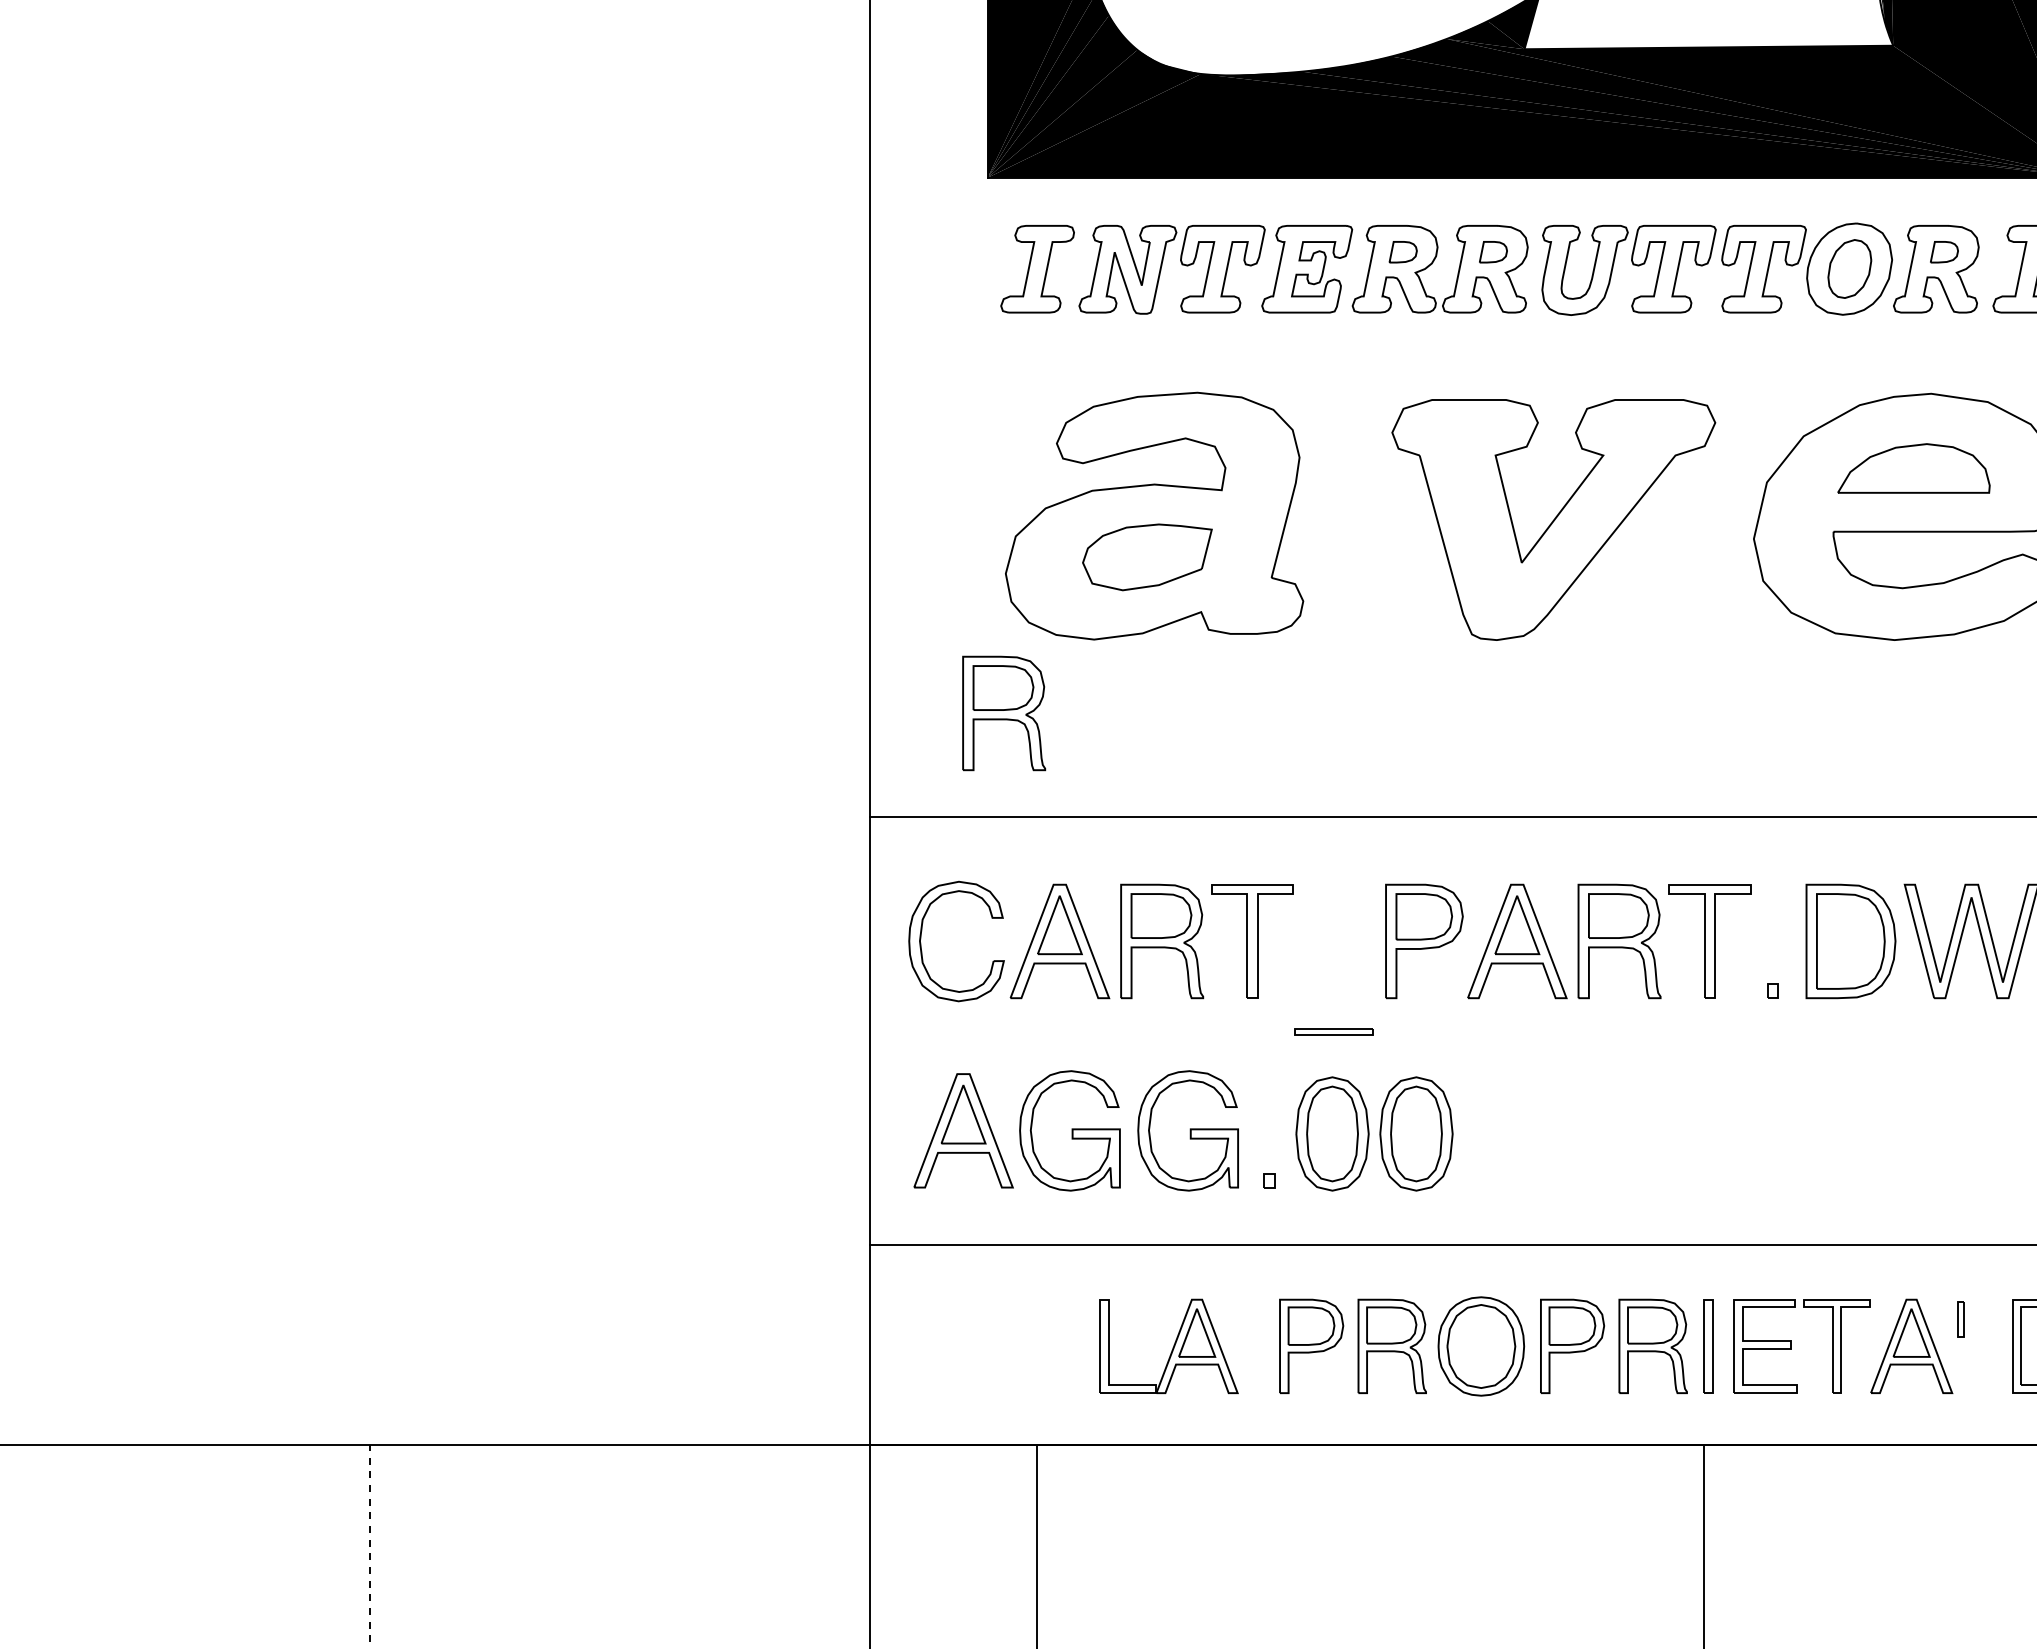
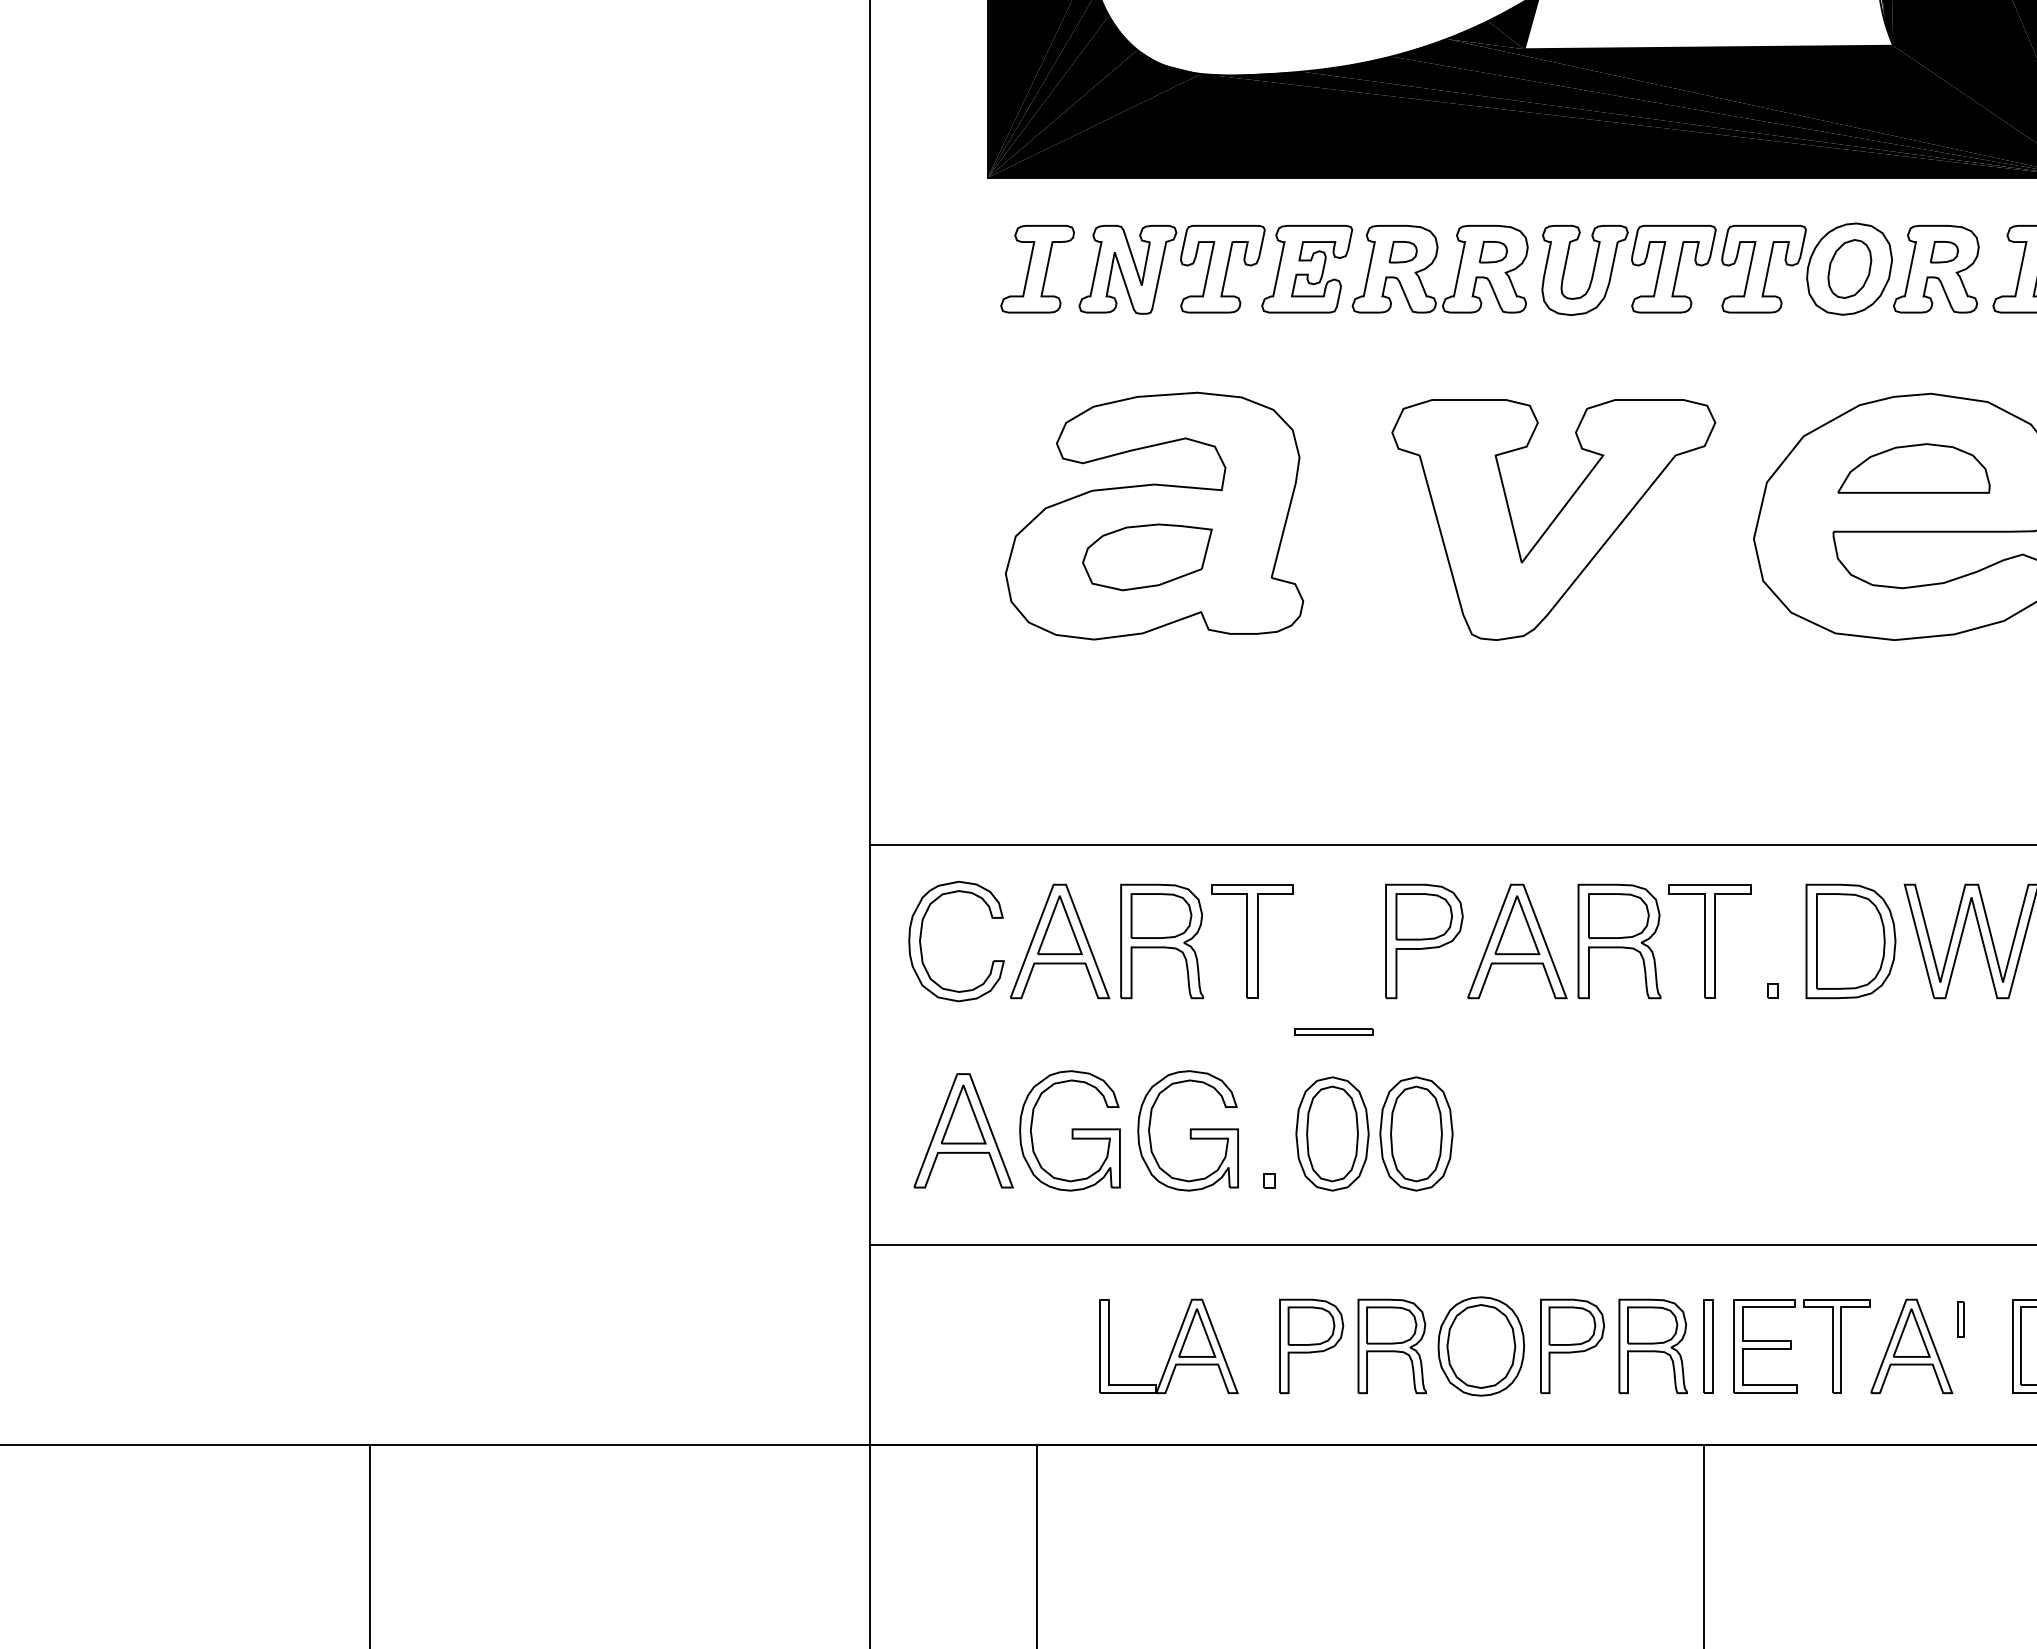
part at (1004, 713): present -> none
line at (1451, 816) position: (1451, 816) -> (1451, 844)
line at (369, 1546): dashed -> solid
